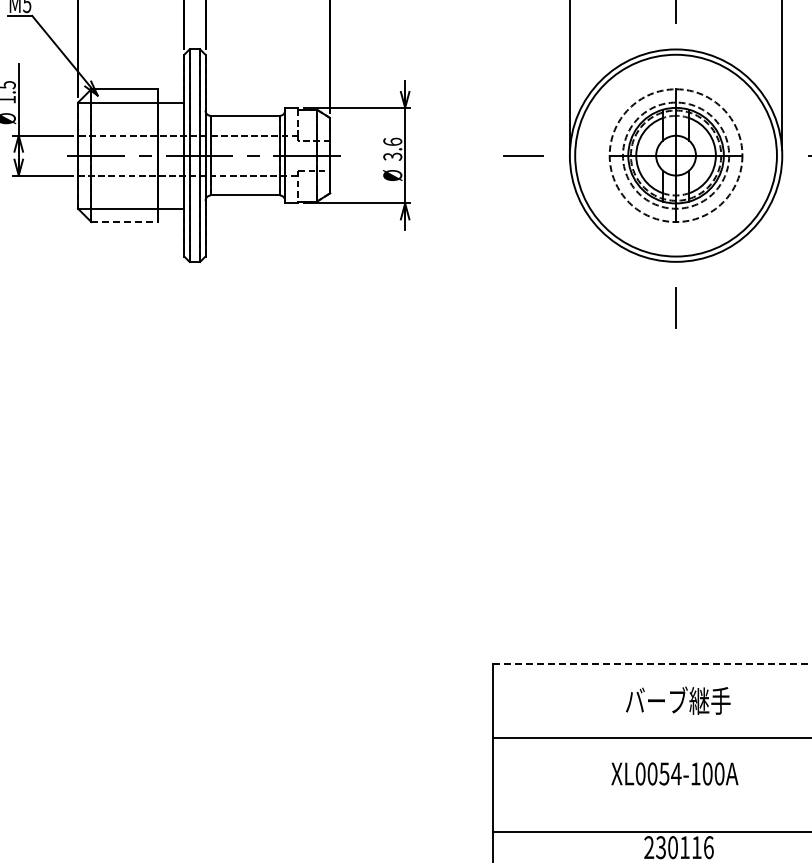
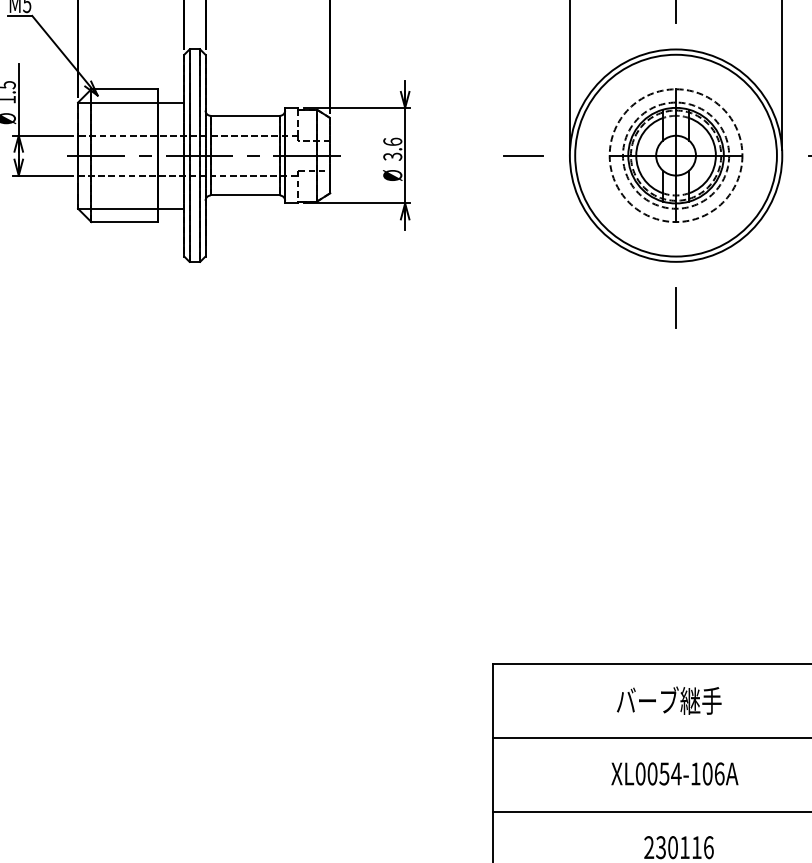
line at (125, 222): dashed -> solid
line at (652, 663): dashed -> solid
text at (678, 700) position: (678, 700) -> (669, 700)
text at (719, 773): XL0054-100A -> XL0054-106A
line at (650, 832) position: (650, 832) -> (650, 812)
